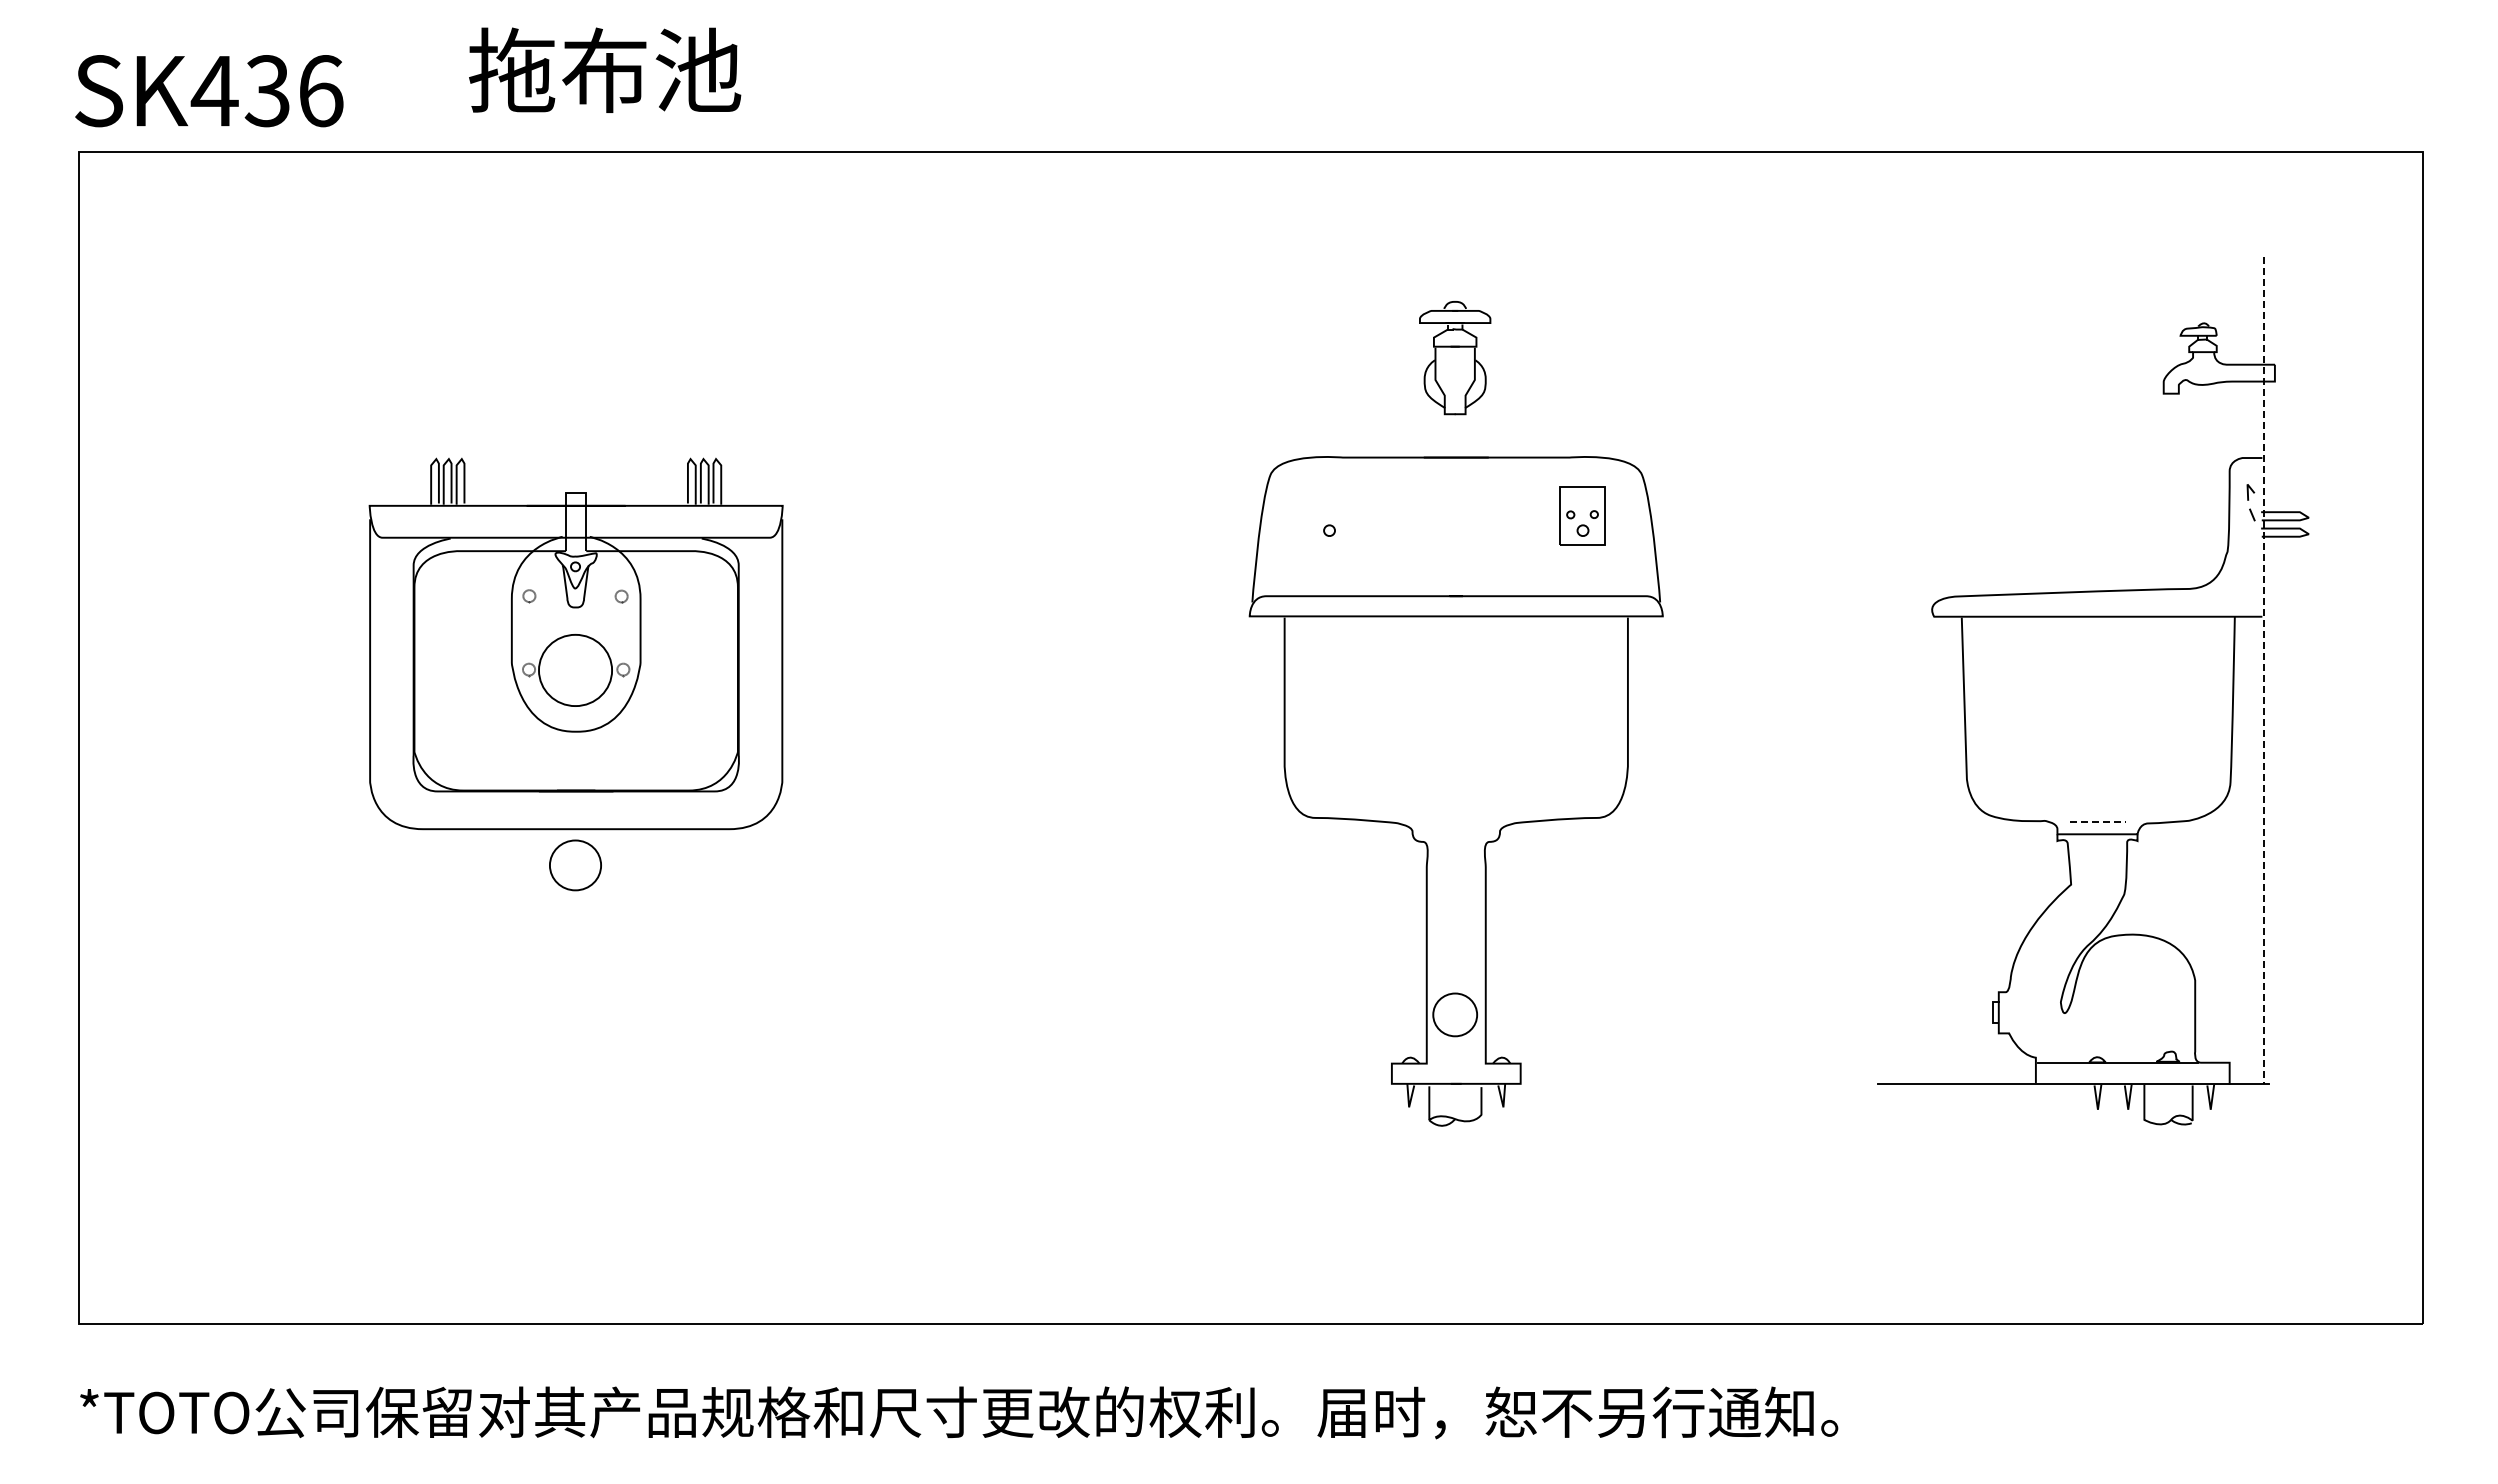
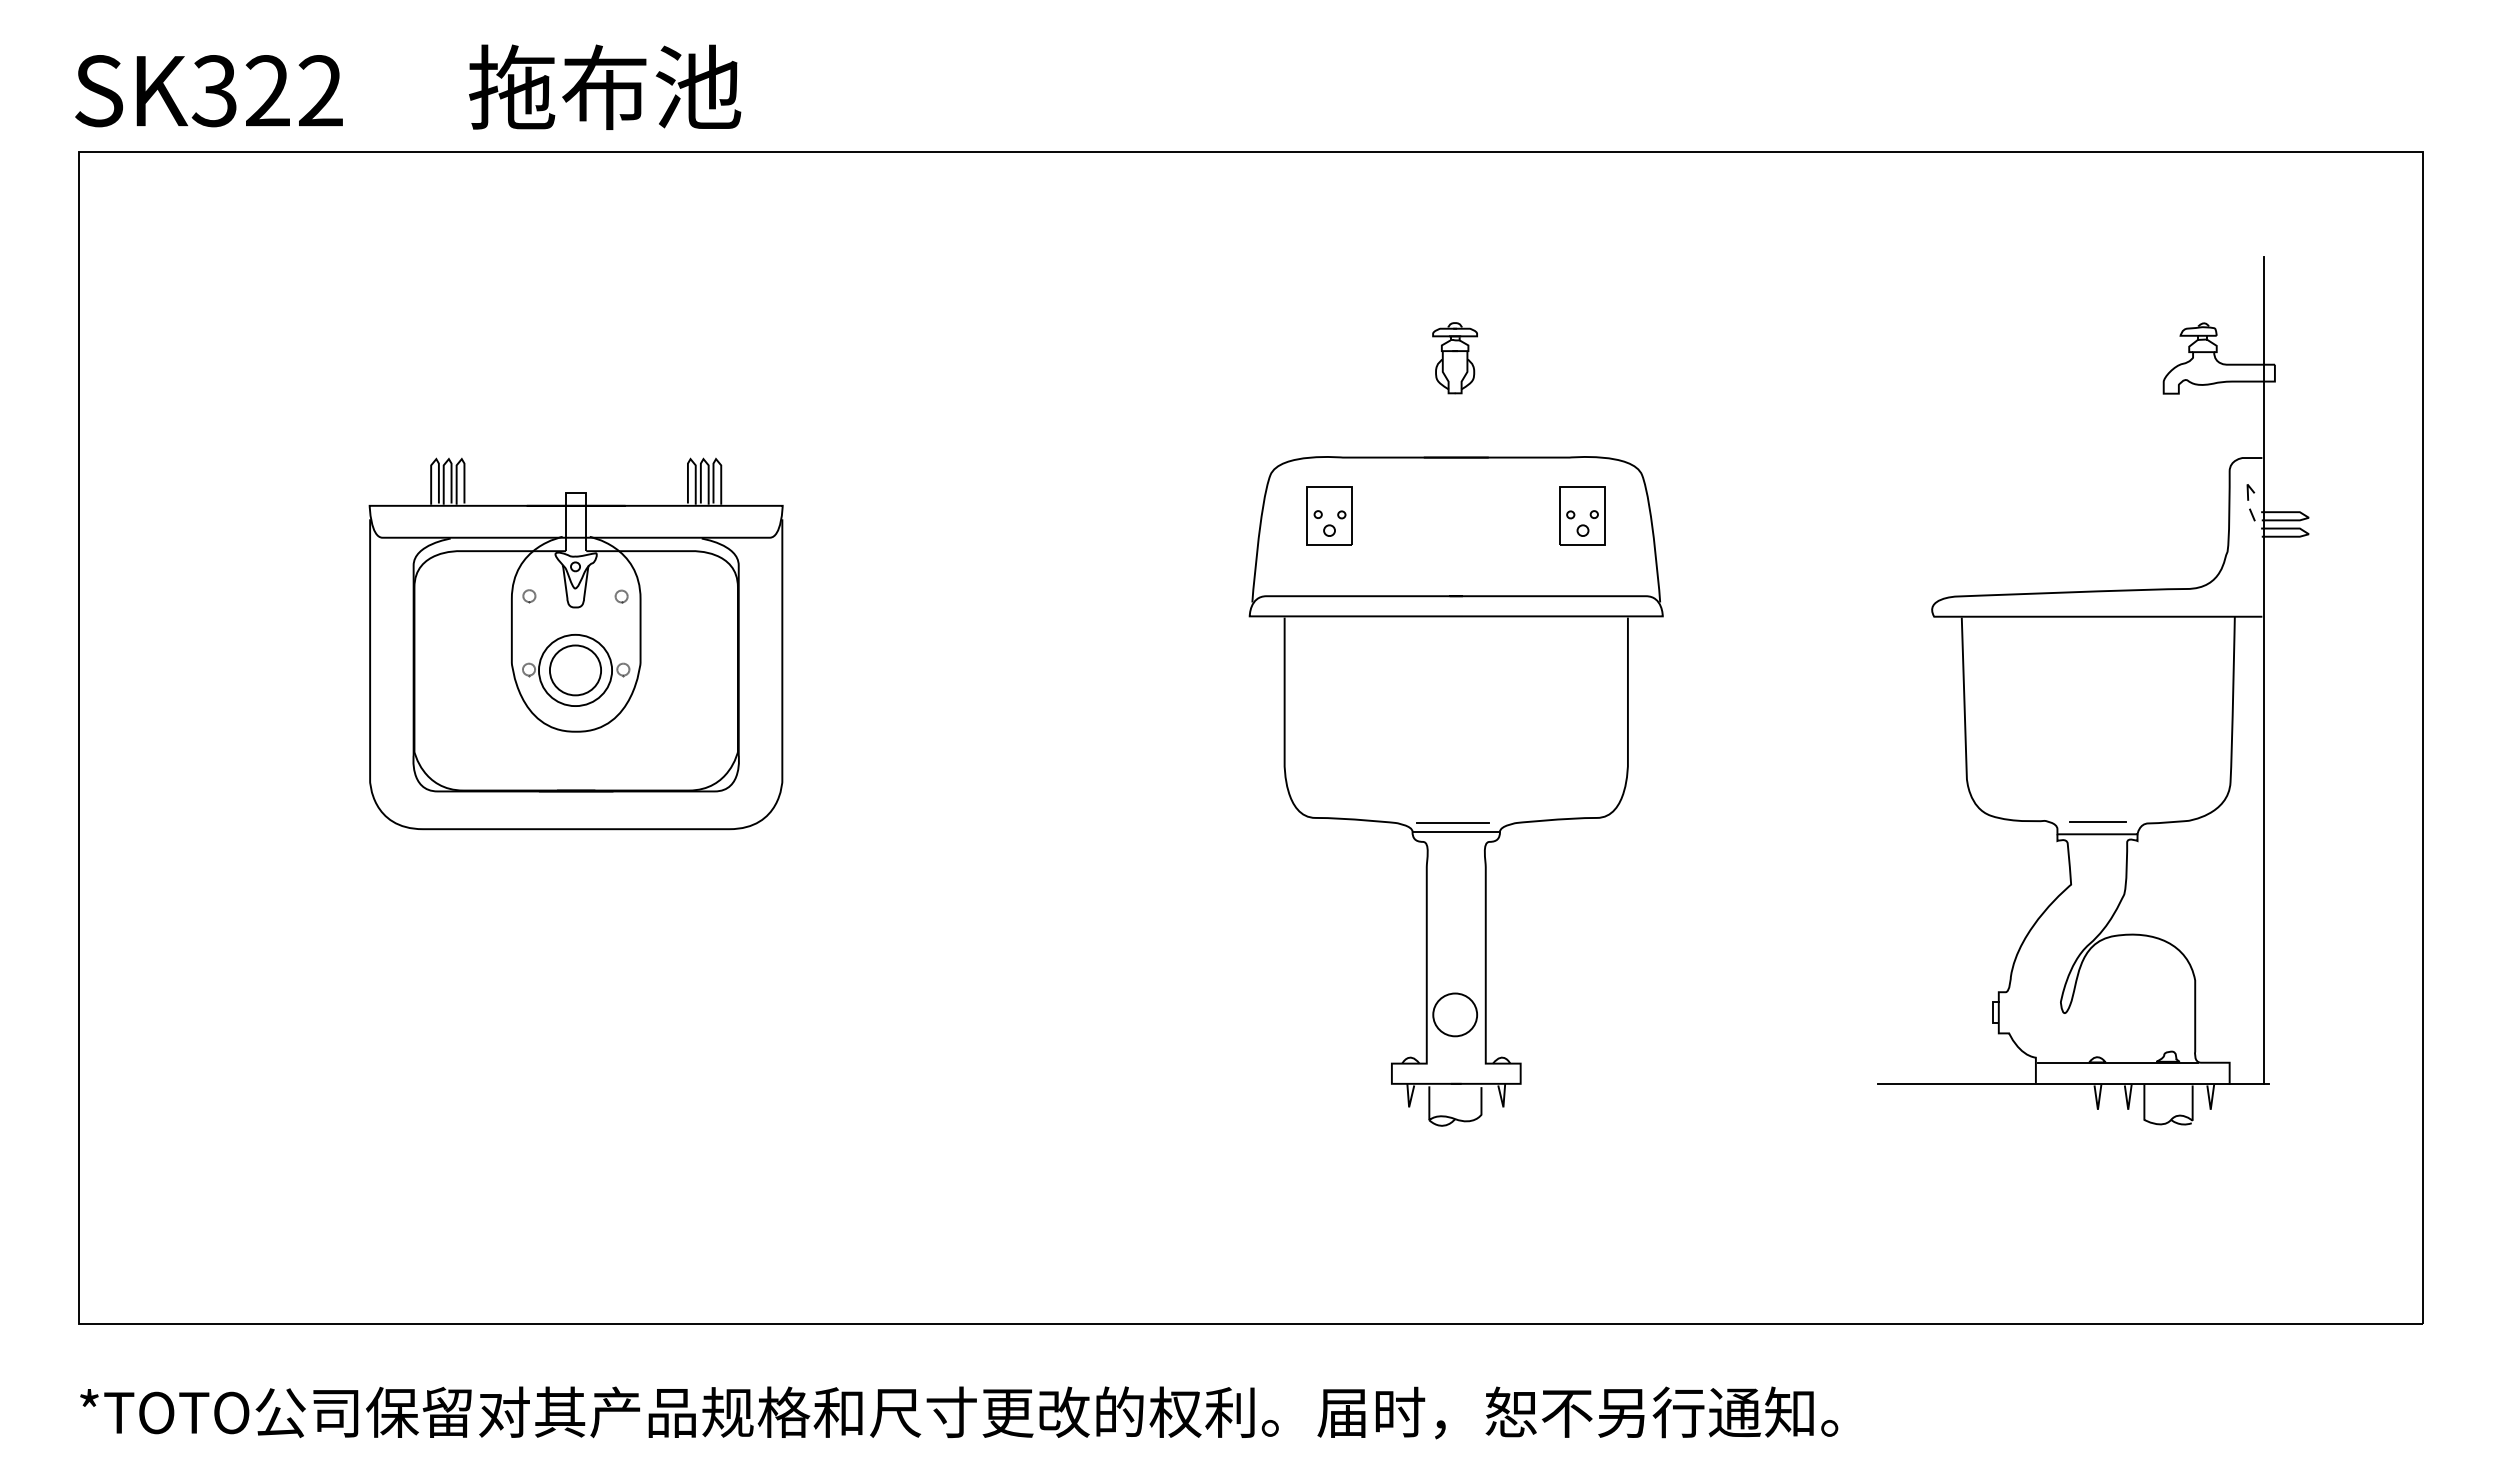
text at (605, 69) position: (605, 69) -> (605, 86)
text at (266, 91): SK436 -> SK322
part at (1455, 358) size: 73x115 px -> 46x73 px
part at (1329, 515): none -> present
line at (2264, 670): dashed -> solid
line at (2098, 821): dashed -> solid
line at (1453, 822): none -> present
line at (1456, 831): none -> present
part at (575, 865) position: (575, 865) -> (575, 670)
